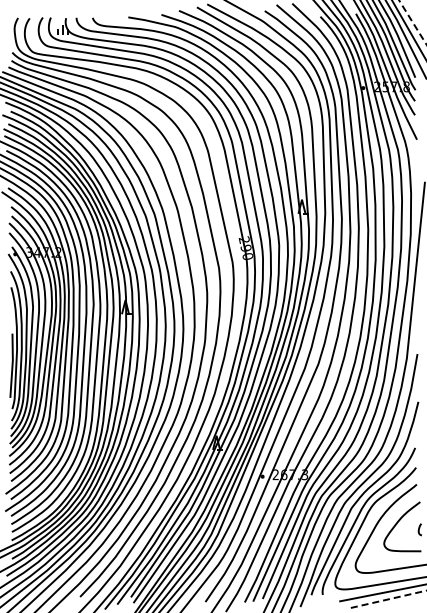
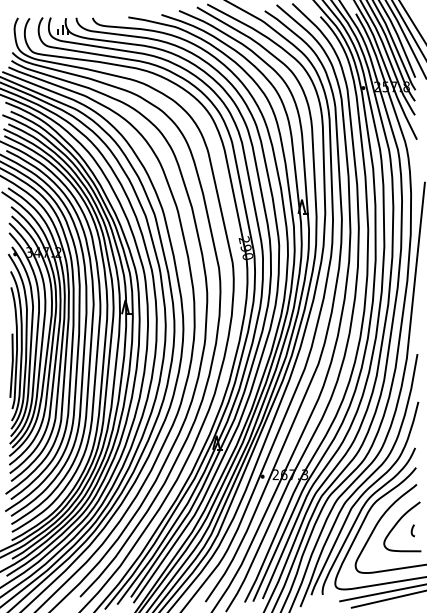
line at (413, 23): dashed -> solid
curve at (419, 529) position: (419, 529) -> (412, 530)
line at (388, 599): dashed -> solid
